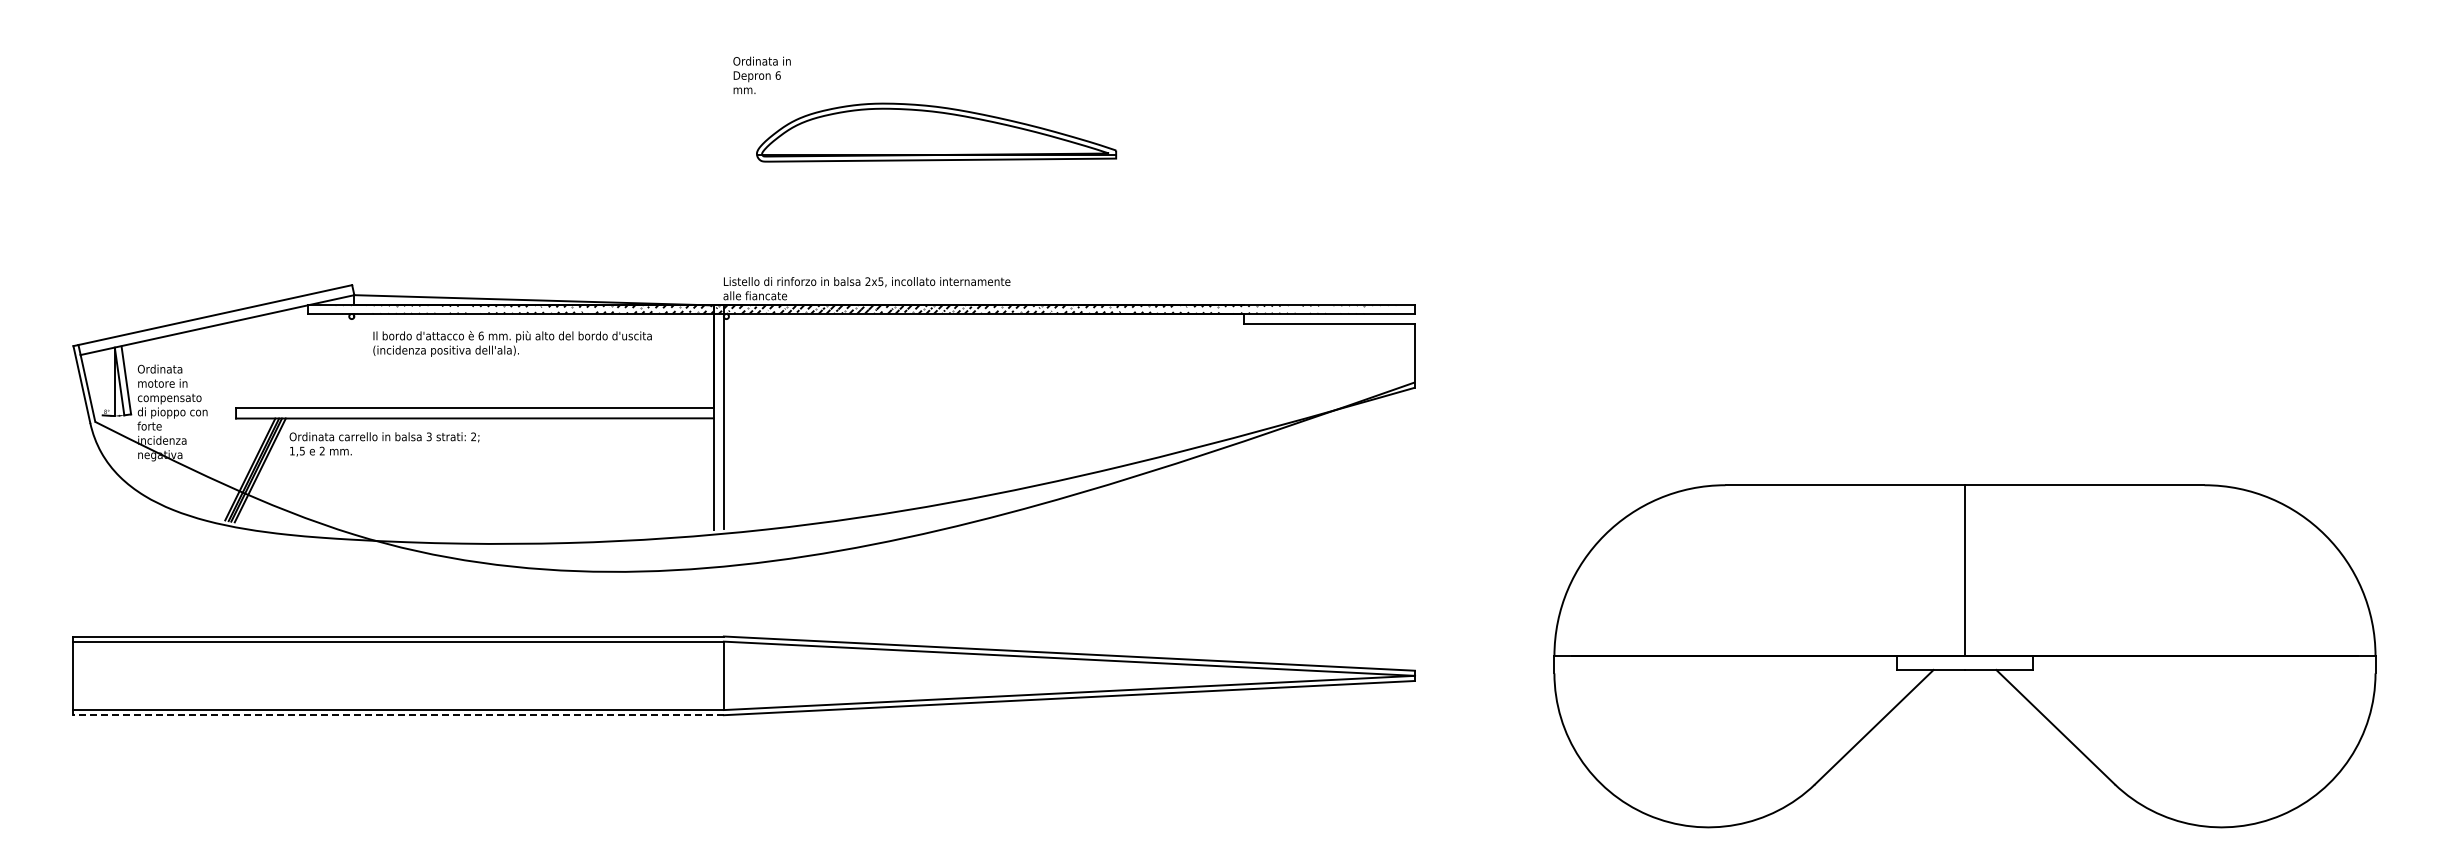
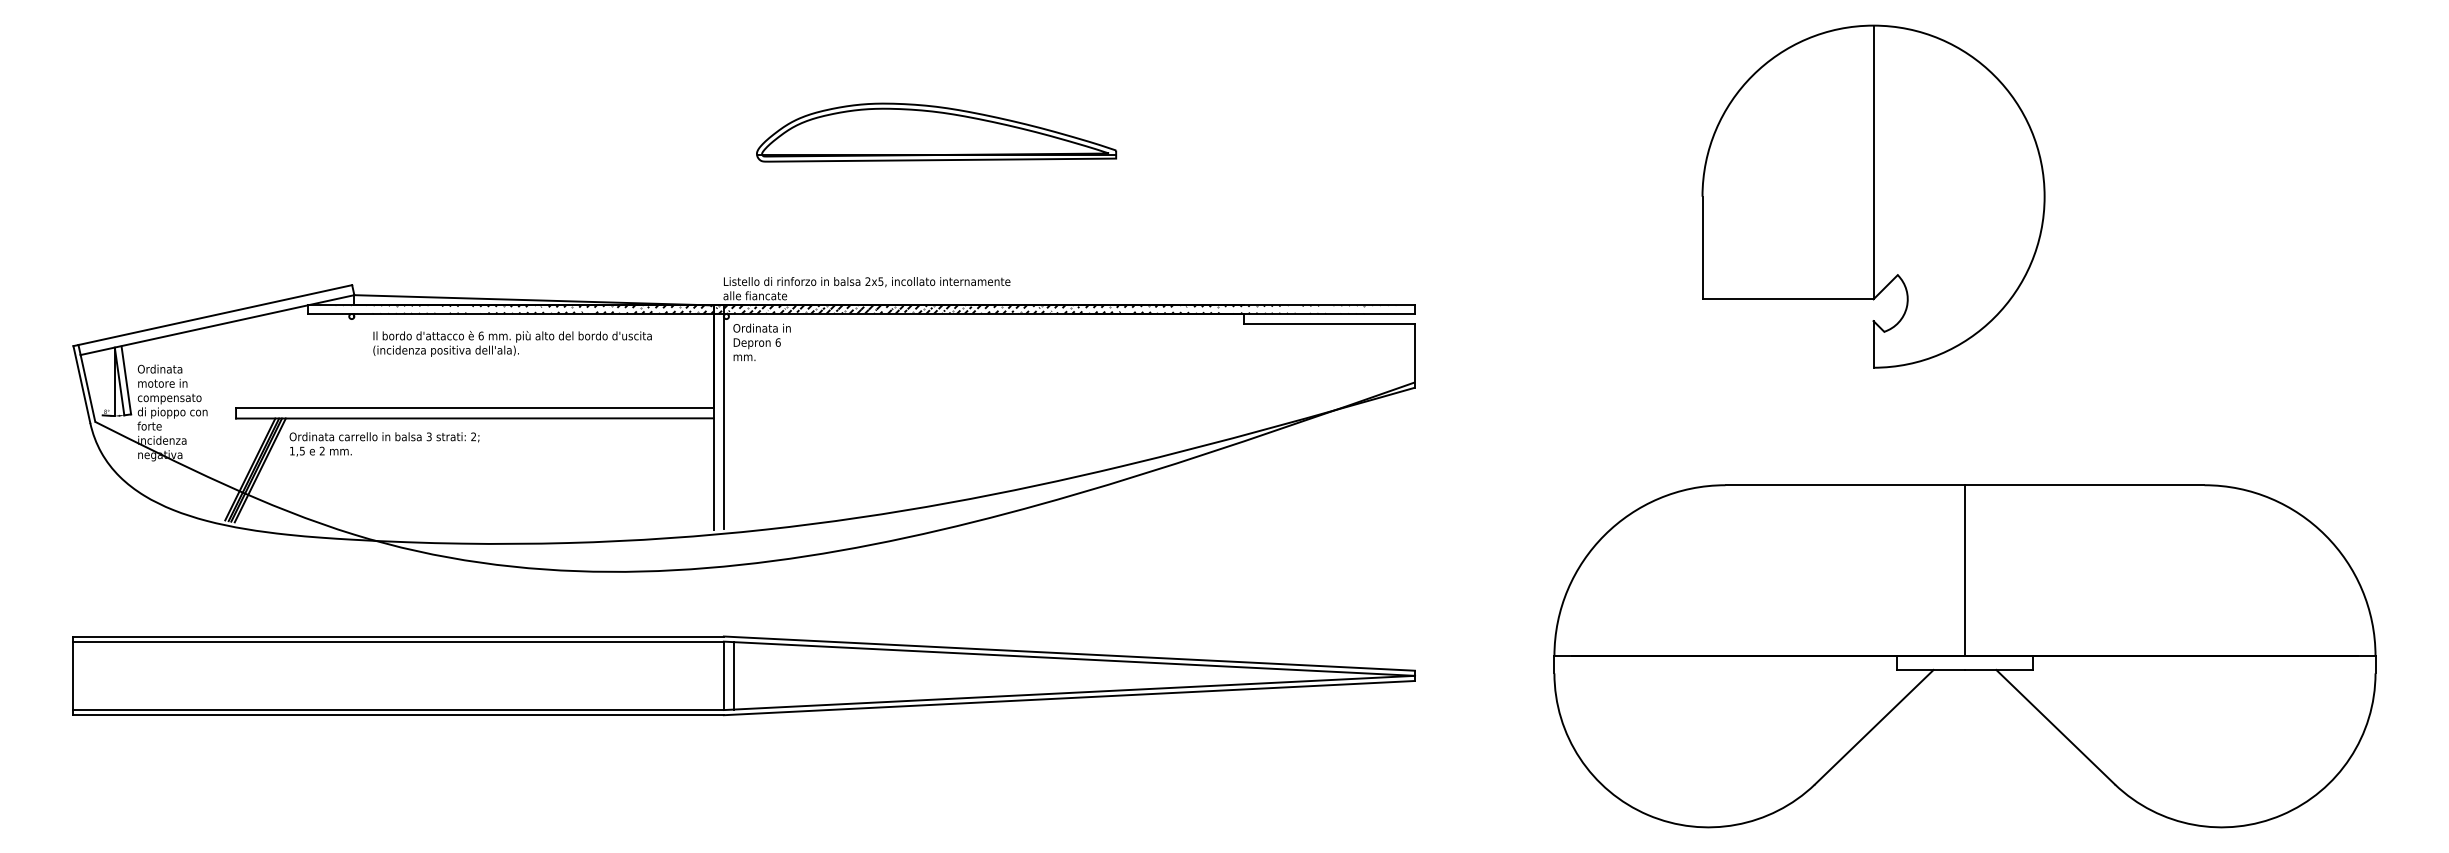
text at (761, 74) position: (761, 74) -> (761, 341)
part at (1873, 196): none -> present
line at (734, 675): none -> present
line at (398, 715): dashed -> solid
